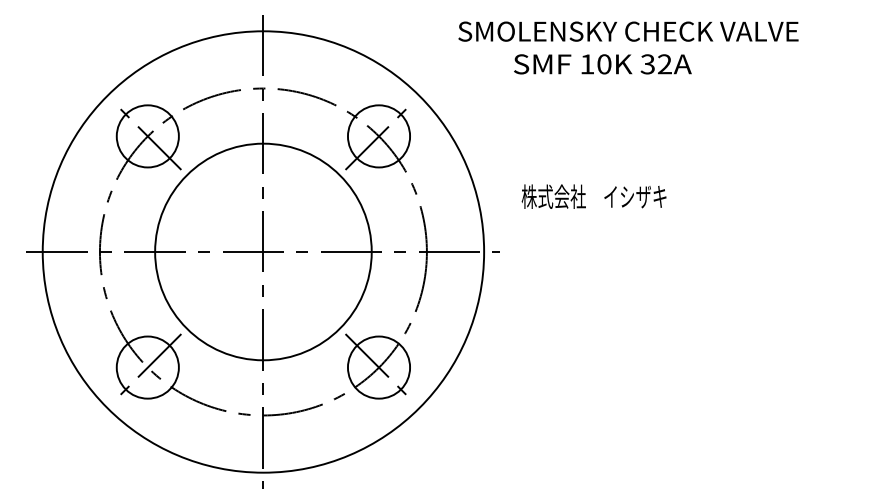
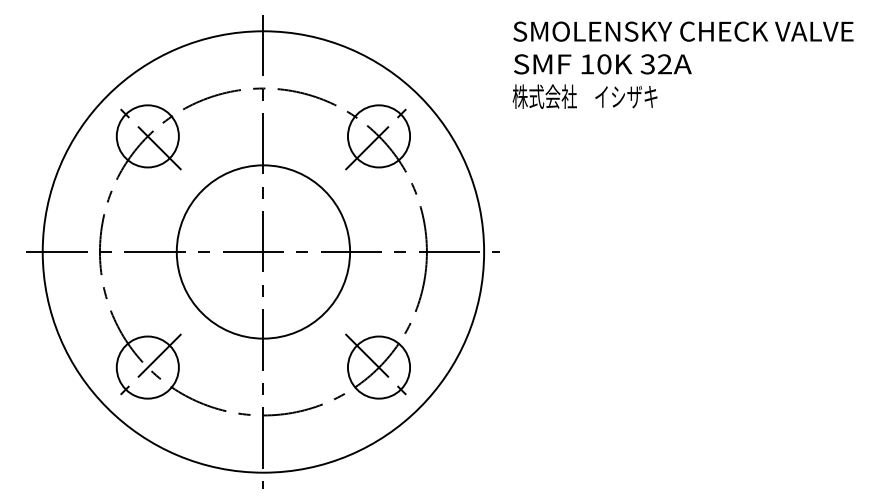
text at (628, 31) position: (628, 31) -> (683, 31)
text at (593, 196) position: (593, 196) -> (584, 96)
circle at (263, 251) diameter: 217 px -> 173 px
